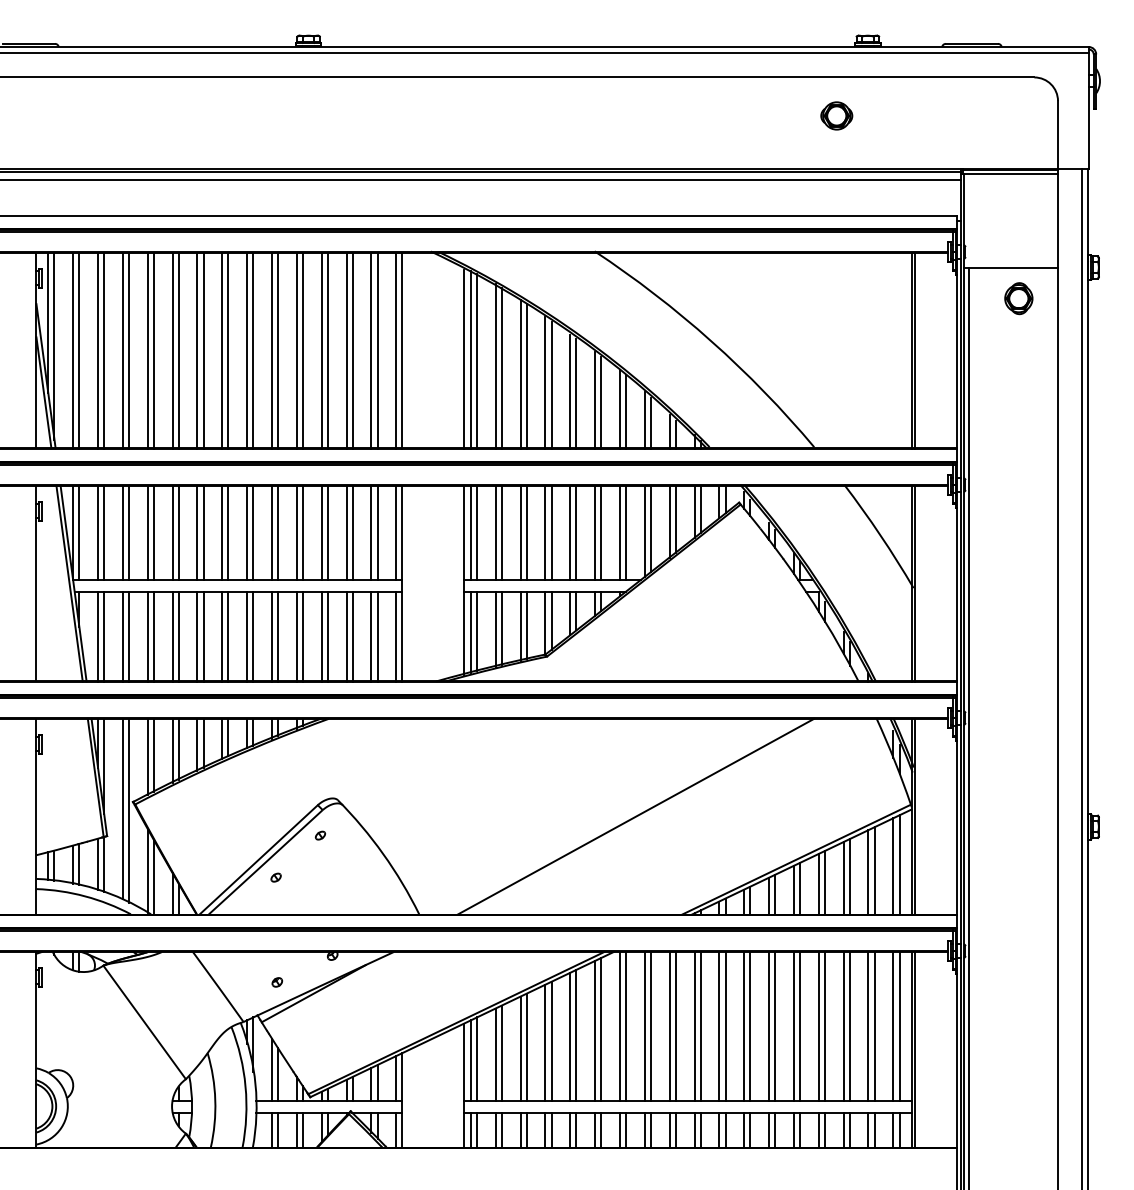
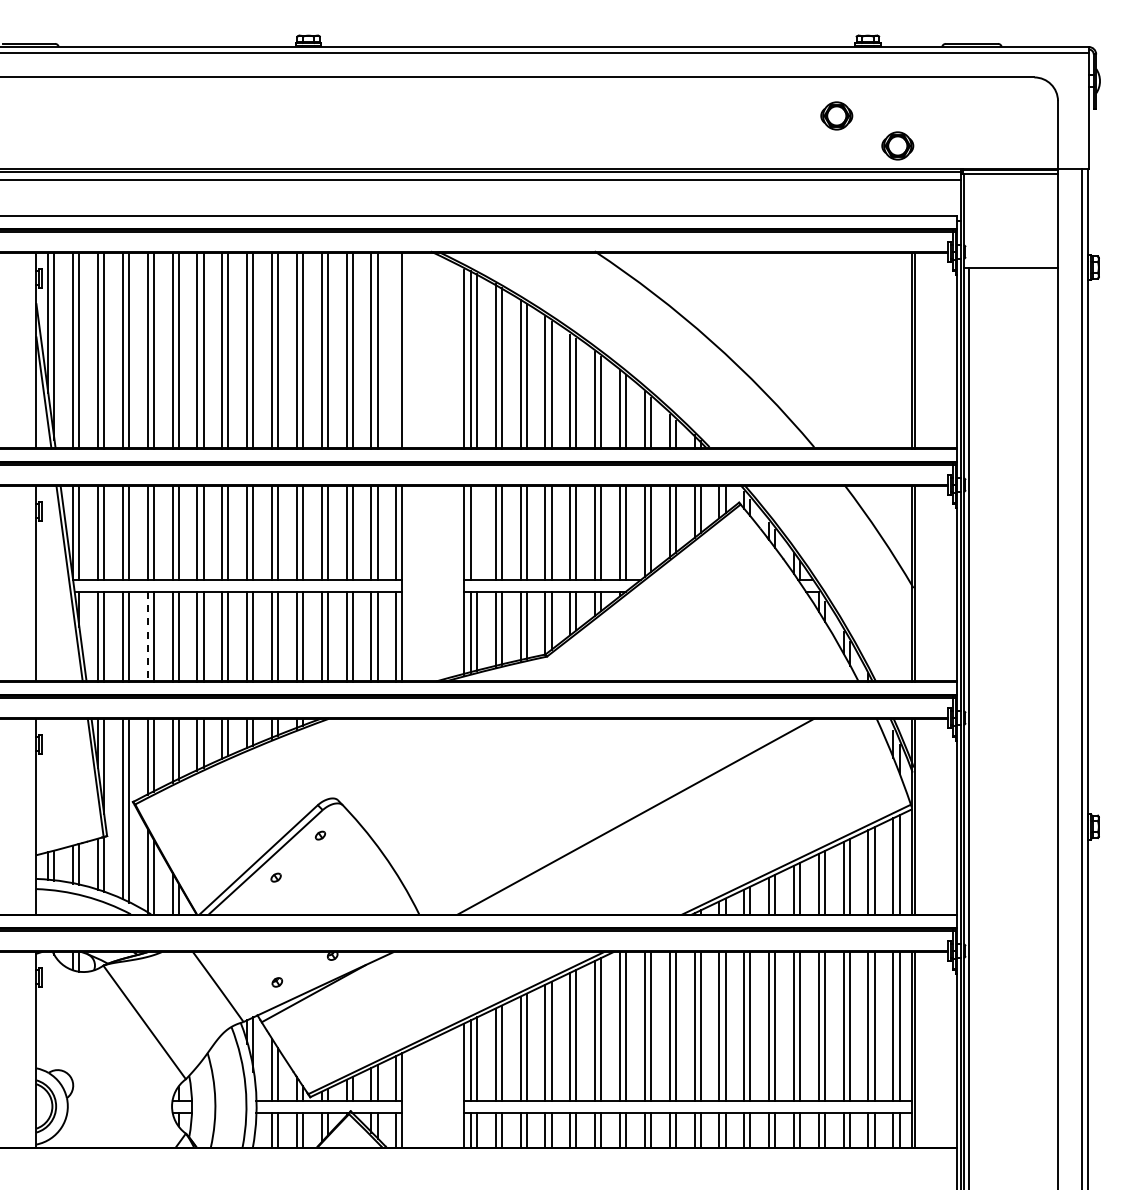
part at (897, 145): none -> present
part at (1018, 298): present -> none
line at (396, 350): present -> none
line at (477, 532): present -> none
line at (147, 636): solid -> dashed
